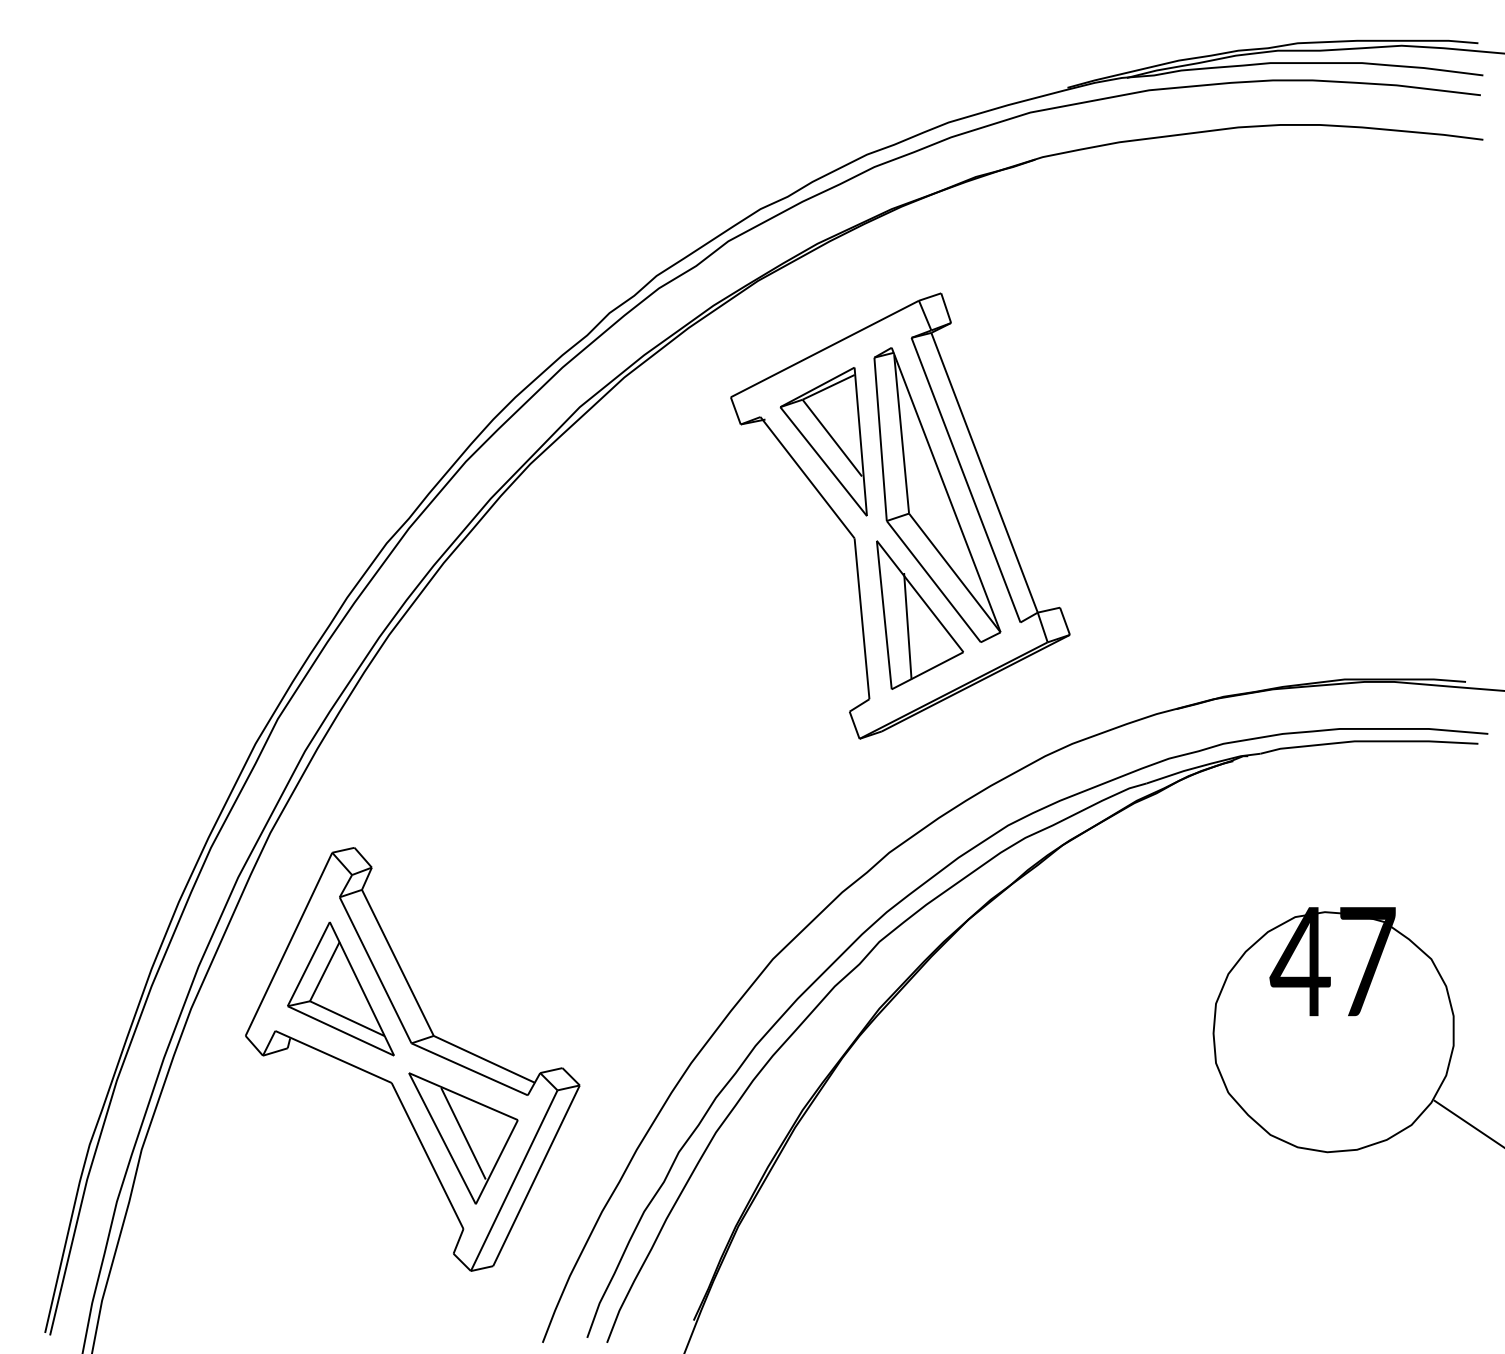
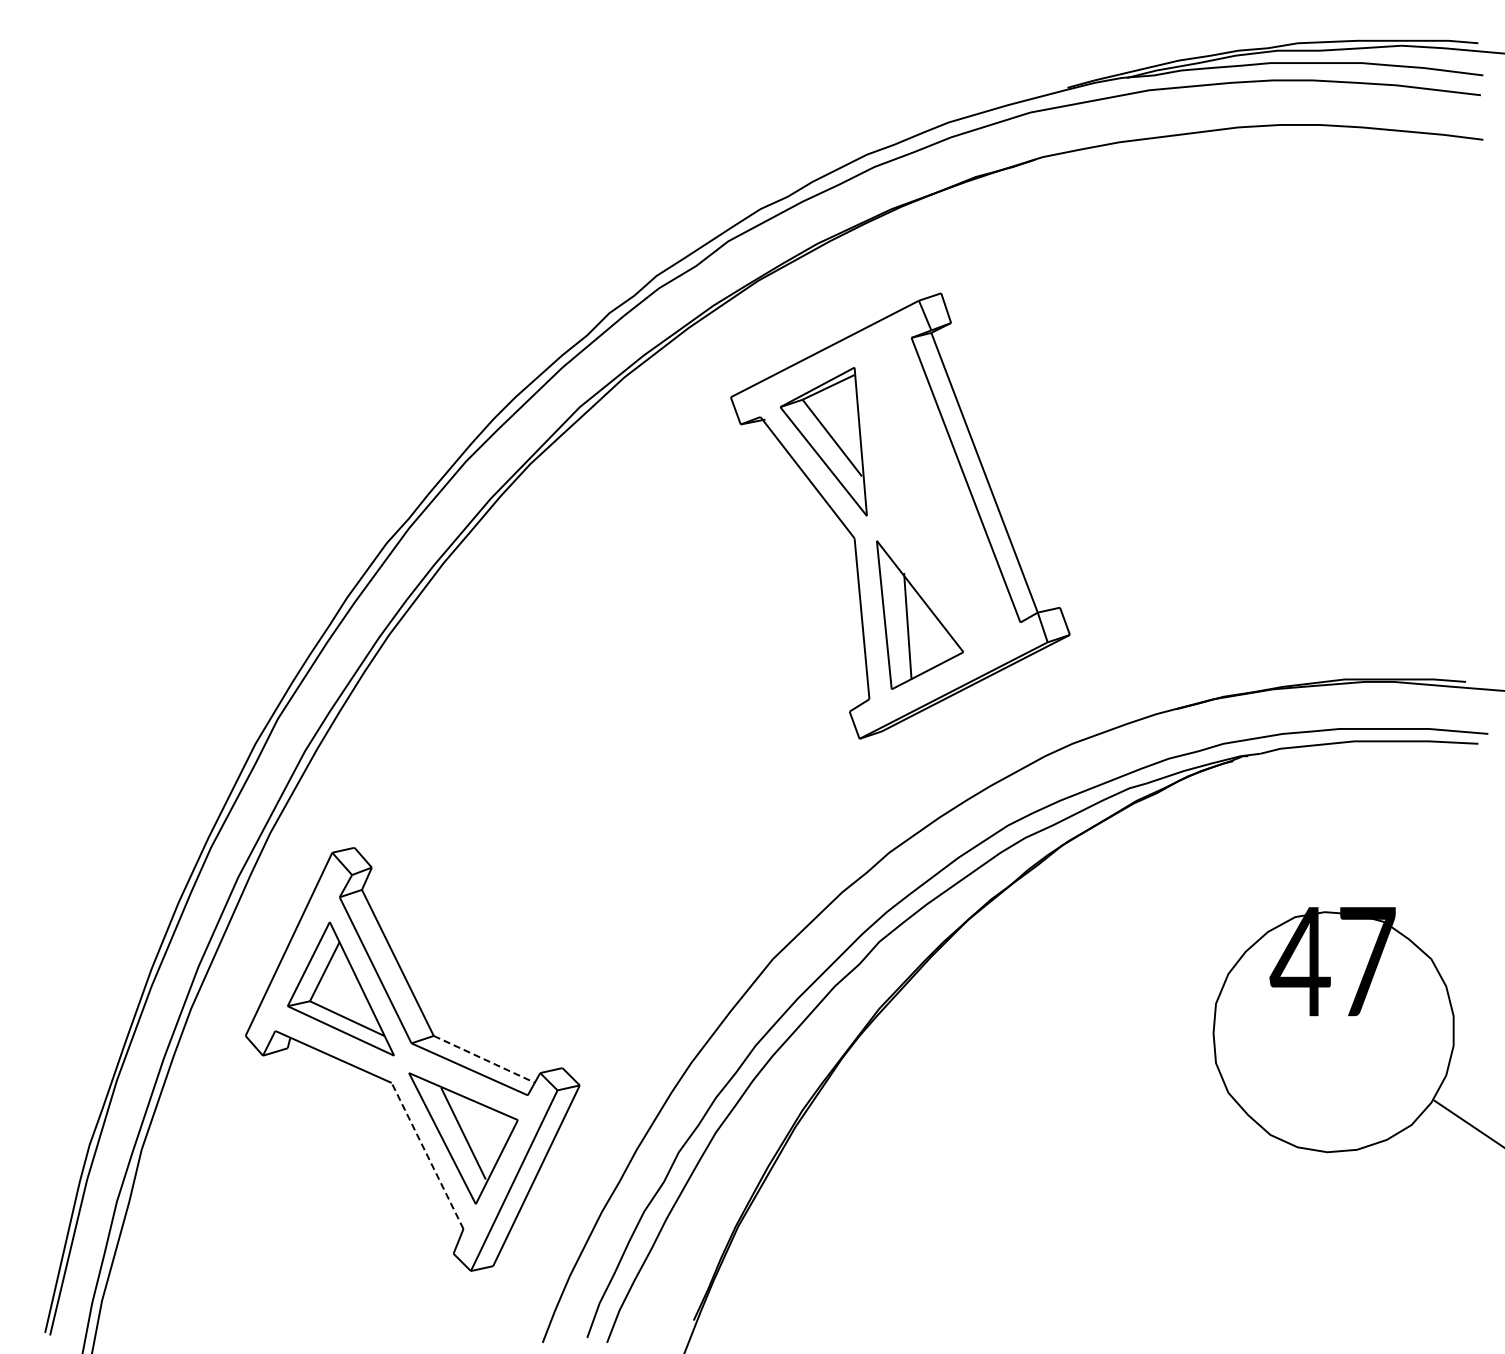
part at (937, 494): present -> none
line at (484, 1059): solid -> dashed
line at (427, 1155): solid -> dashed
